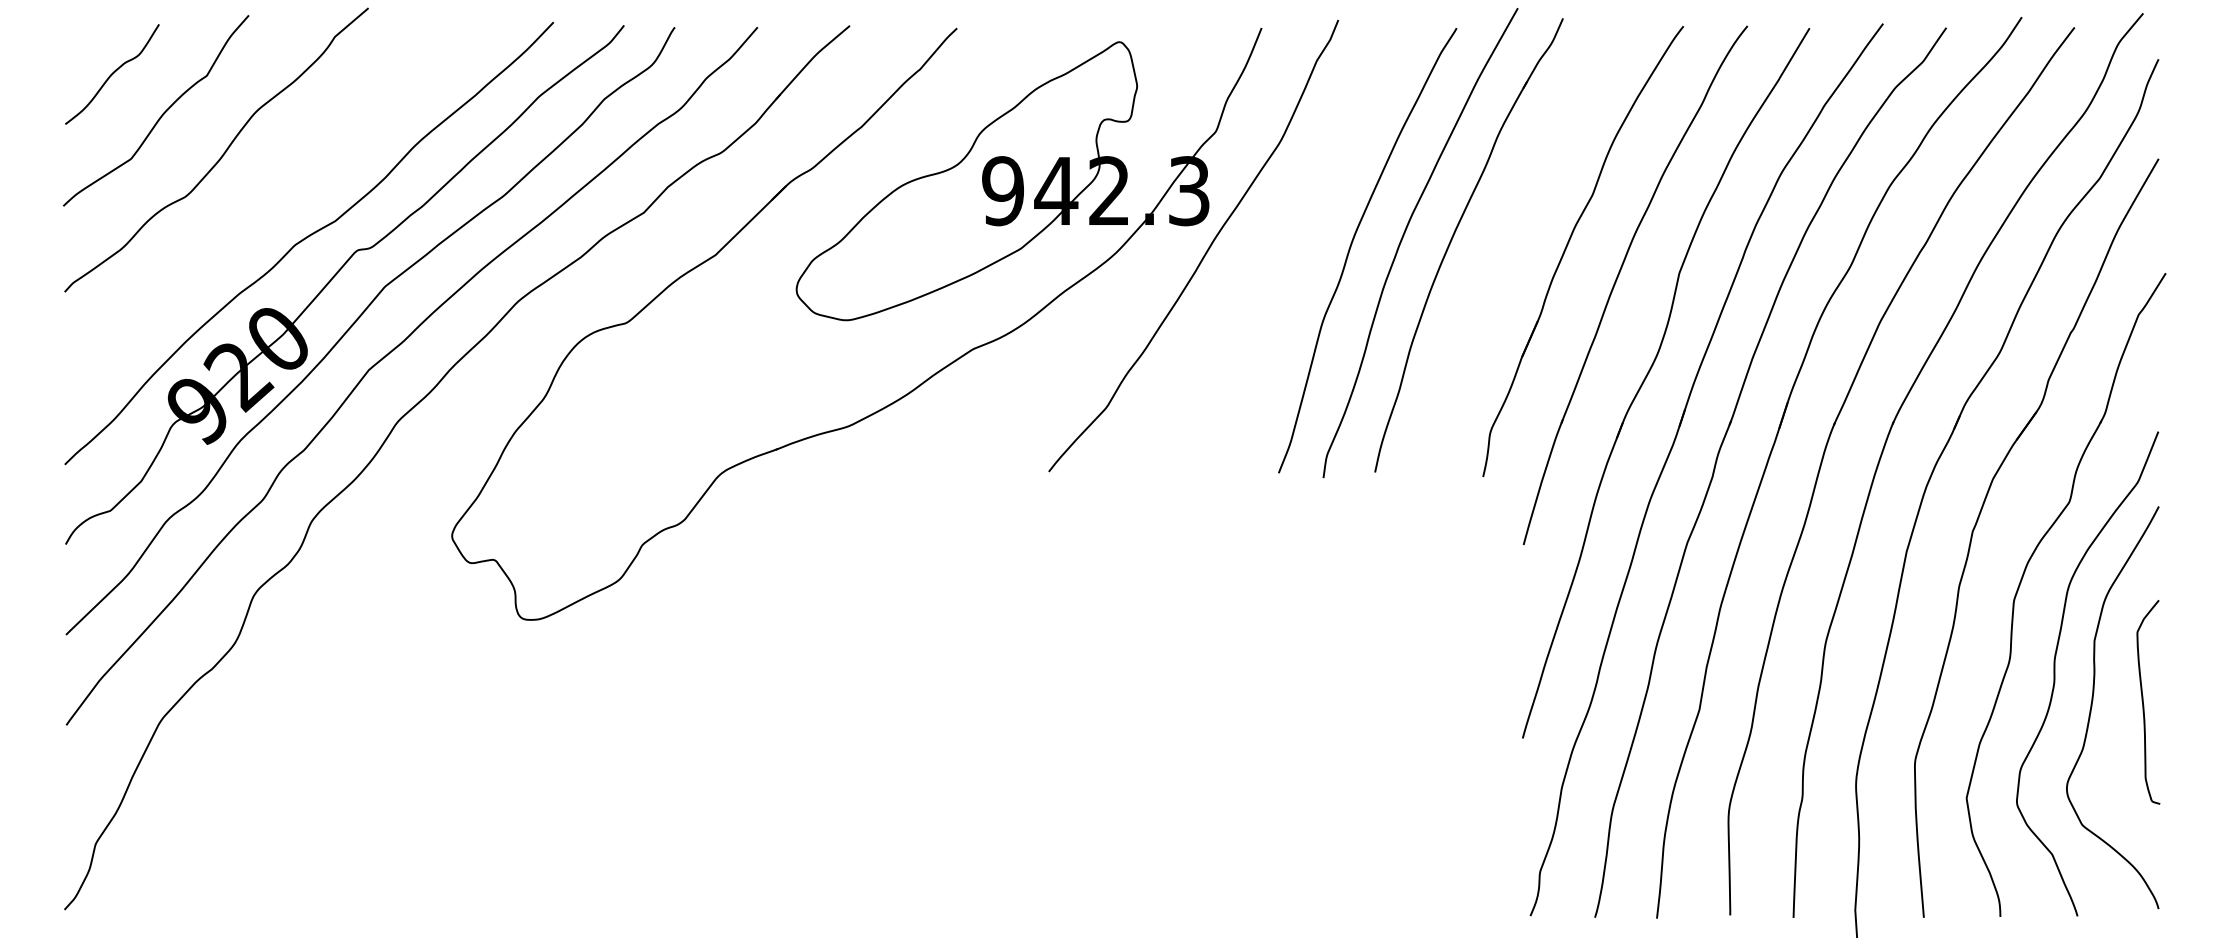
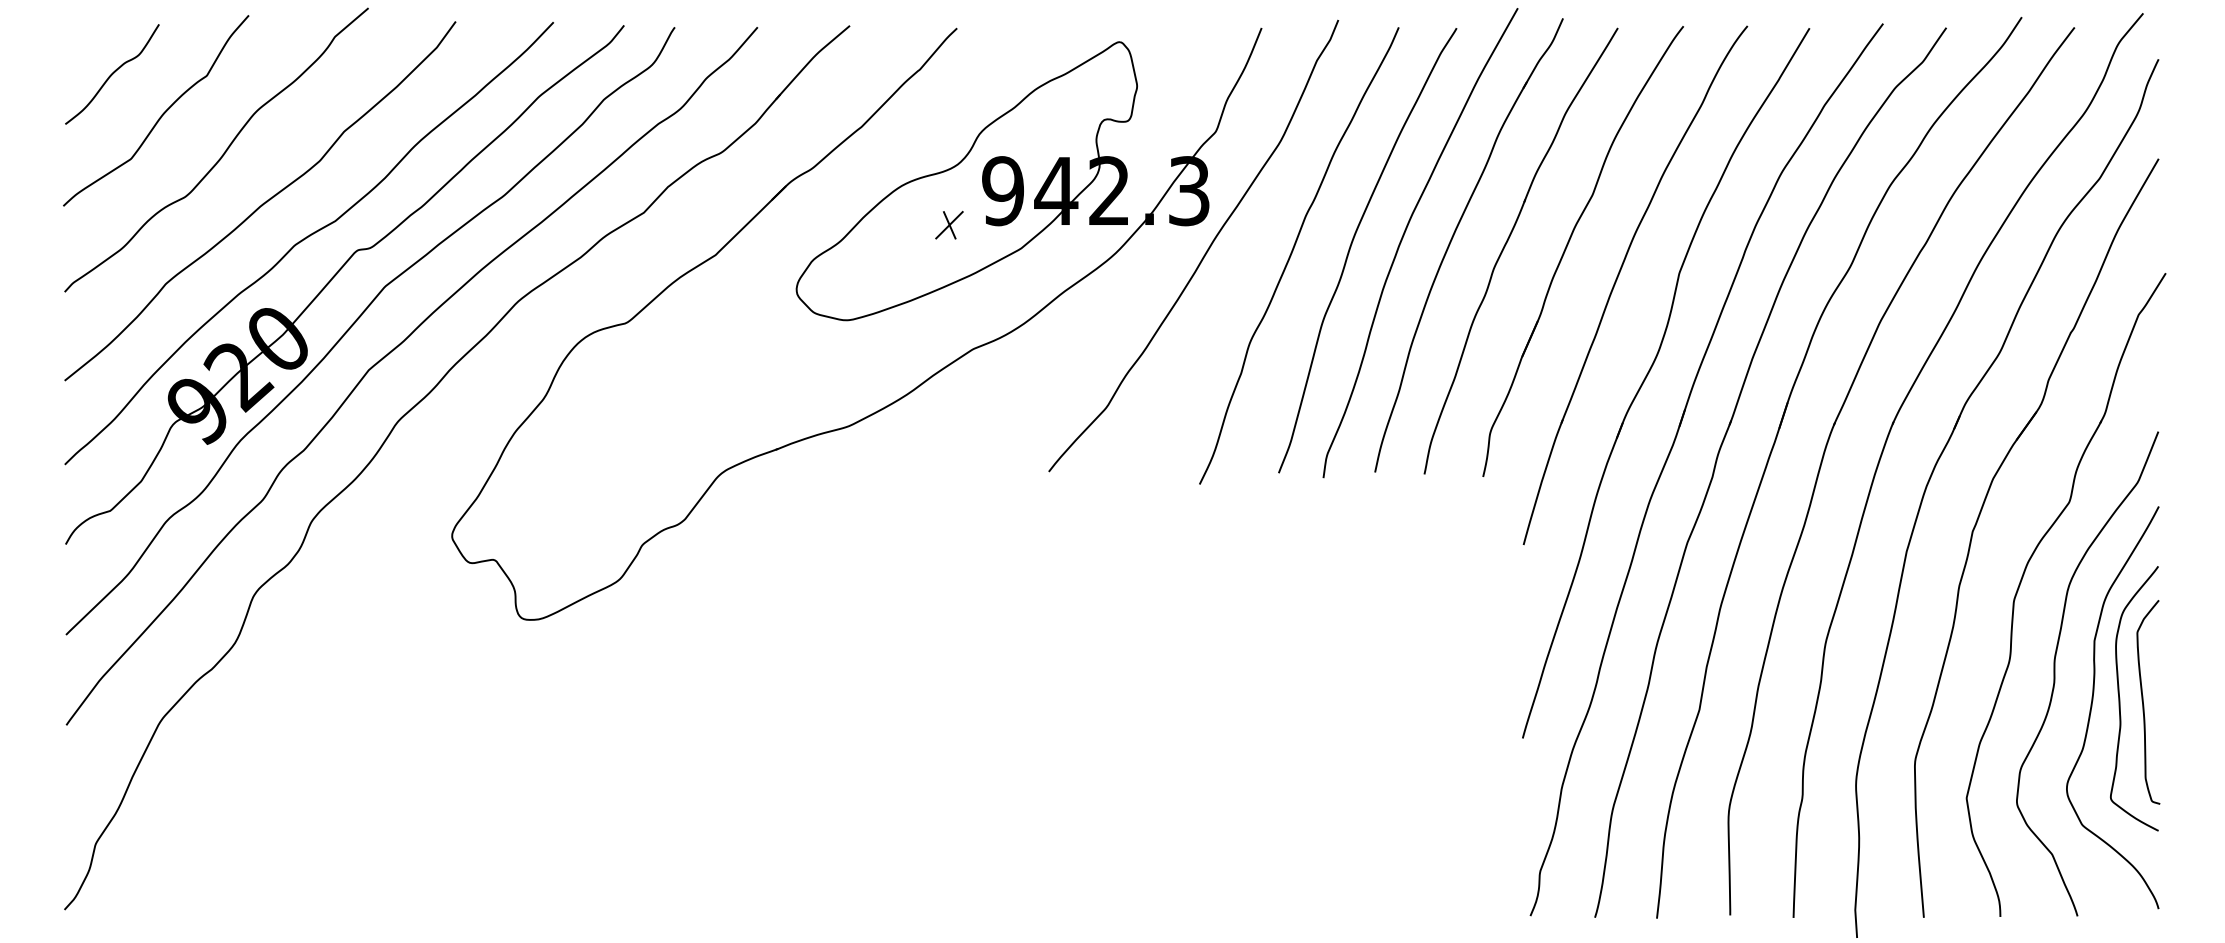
curve at (262, 203): none -> present
part at (949, 224): none -> present
part at (1507, 243): none -> present
curve at (1293, 251): none -> present
curve at (2120, 698): none -> present
